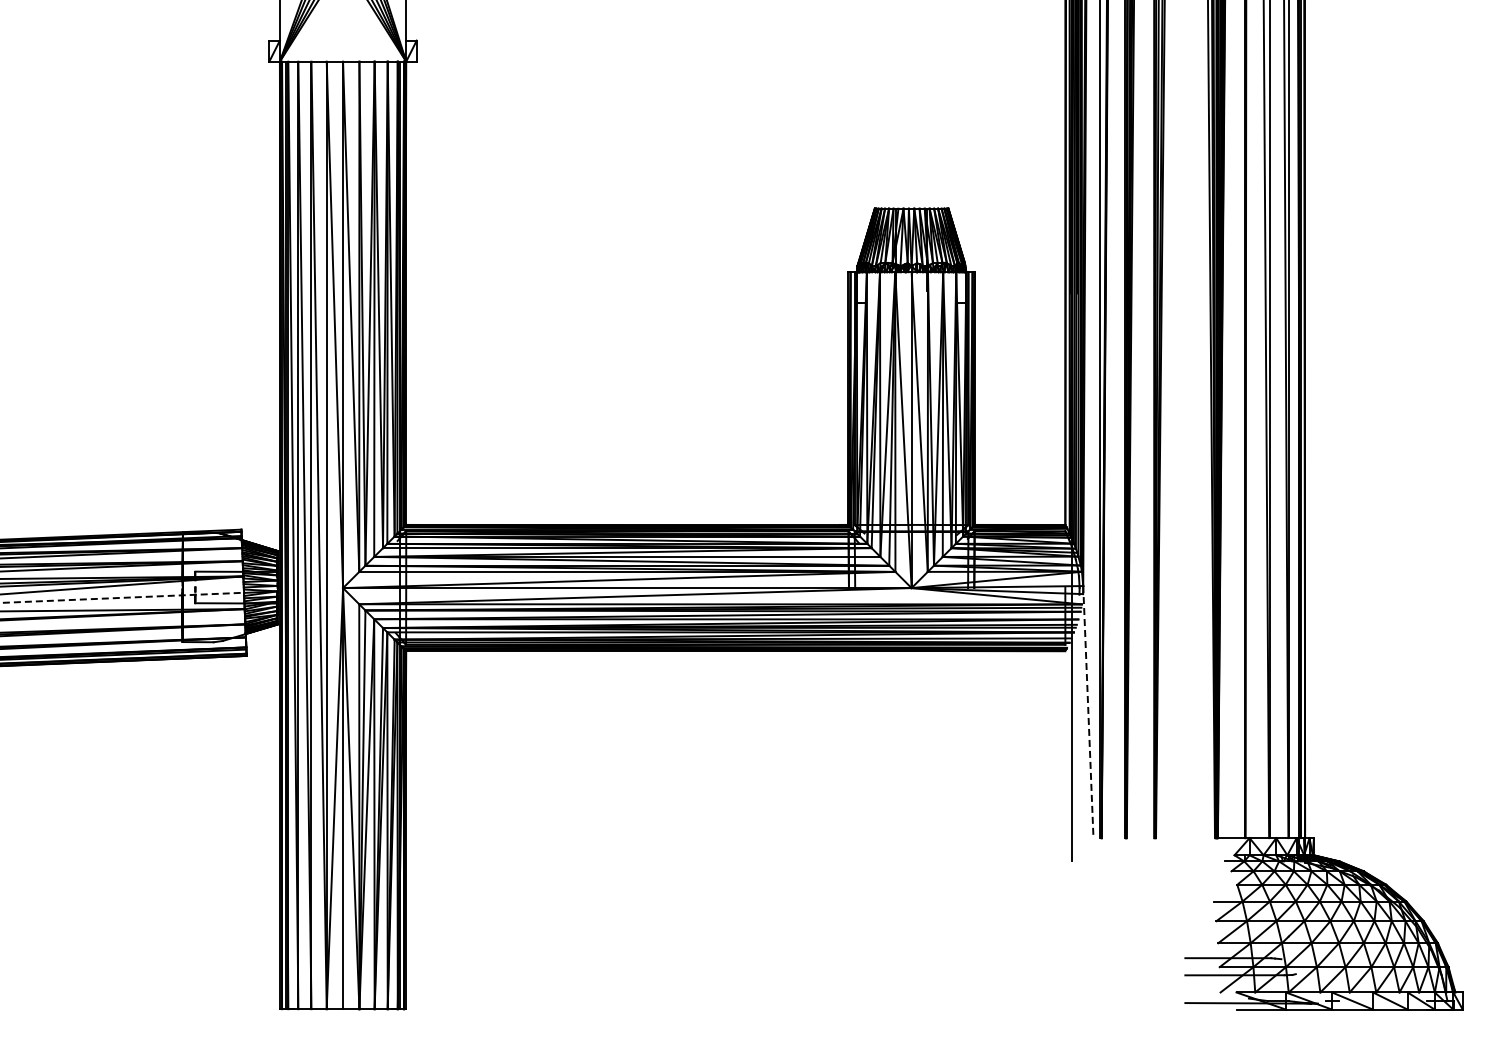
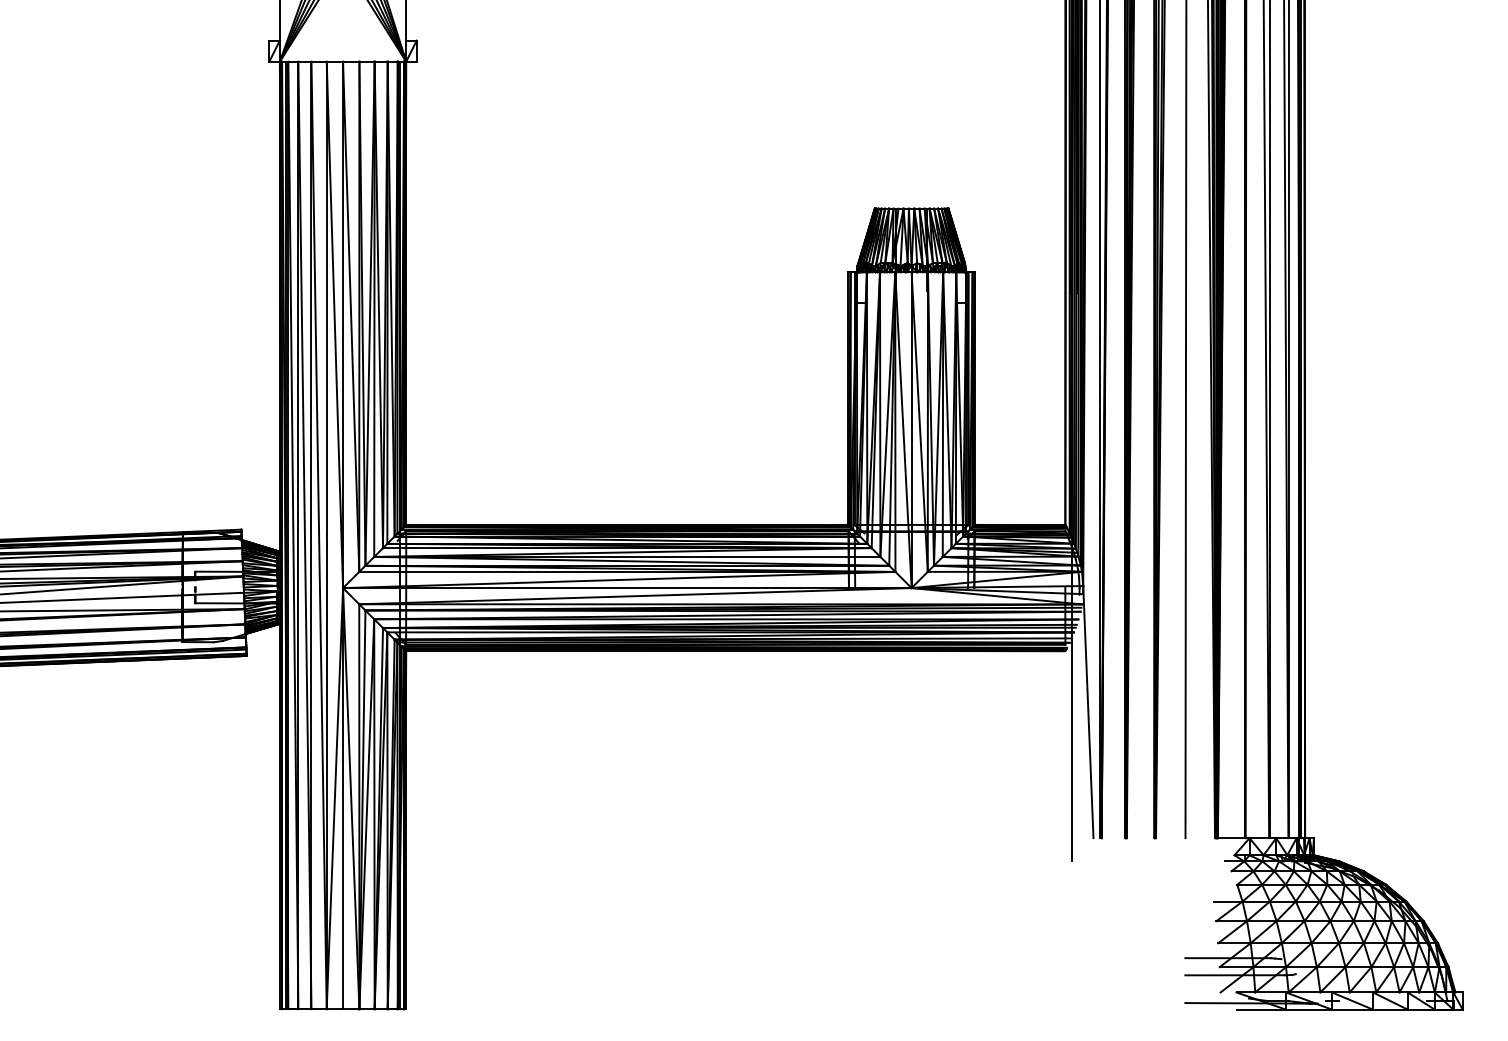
line at (1185, 420): none -> present
line at (122, 597): dashed -> solid
line at (1088, 712): dashed -> solid
